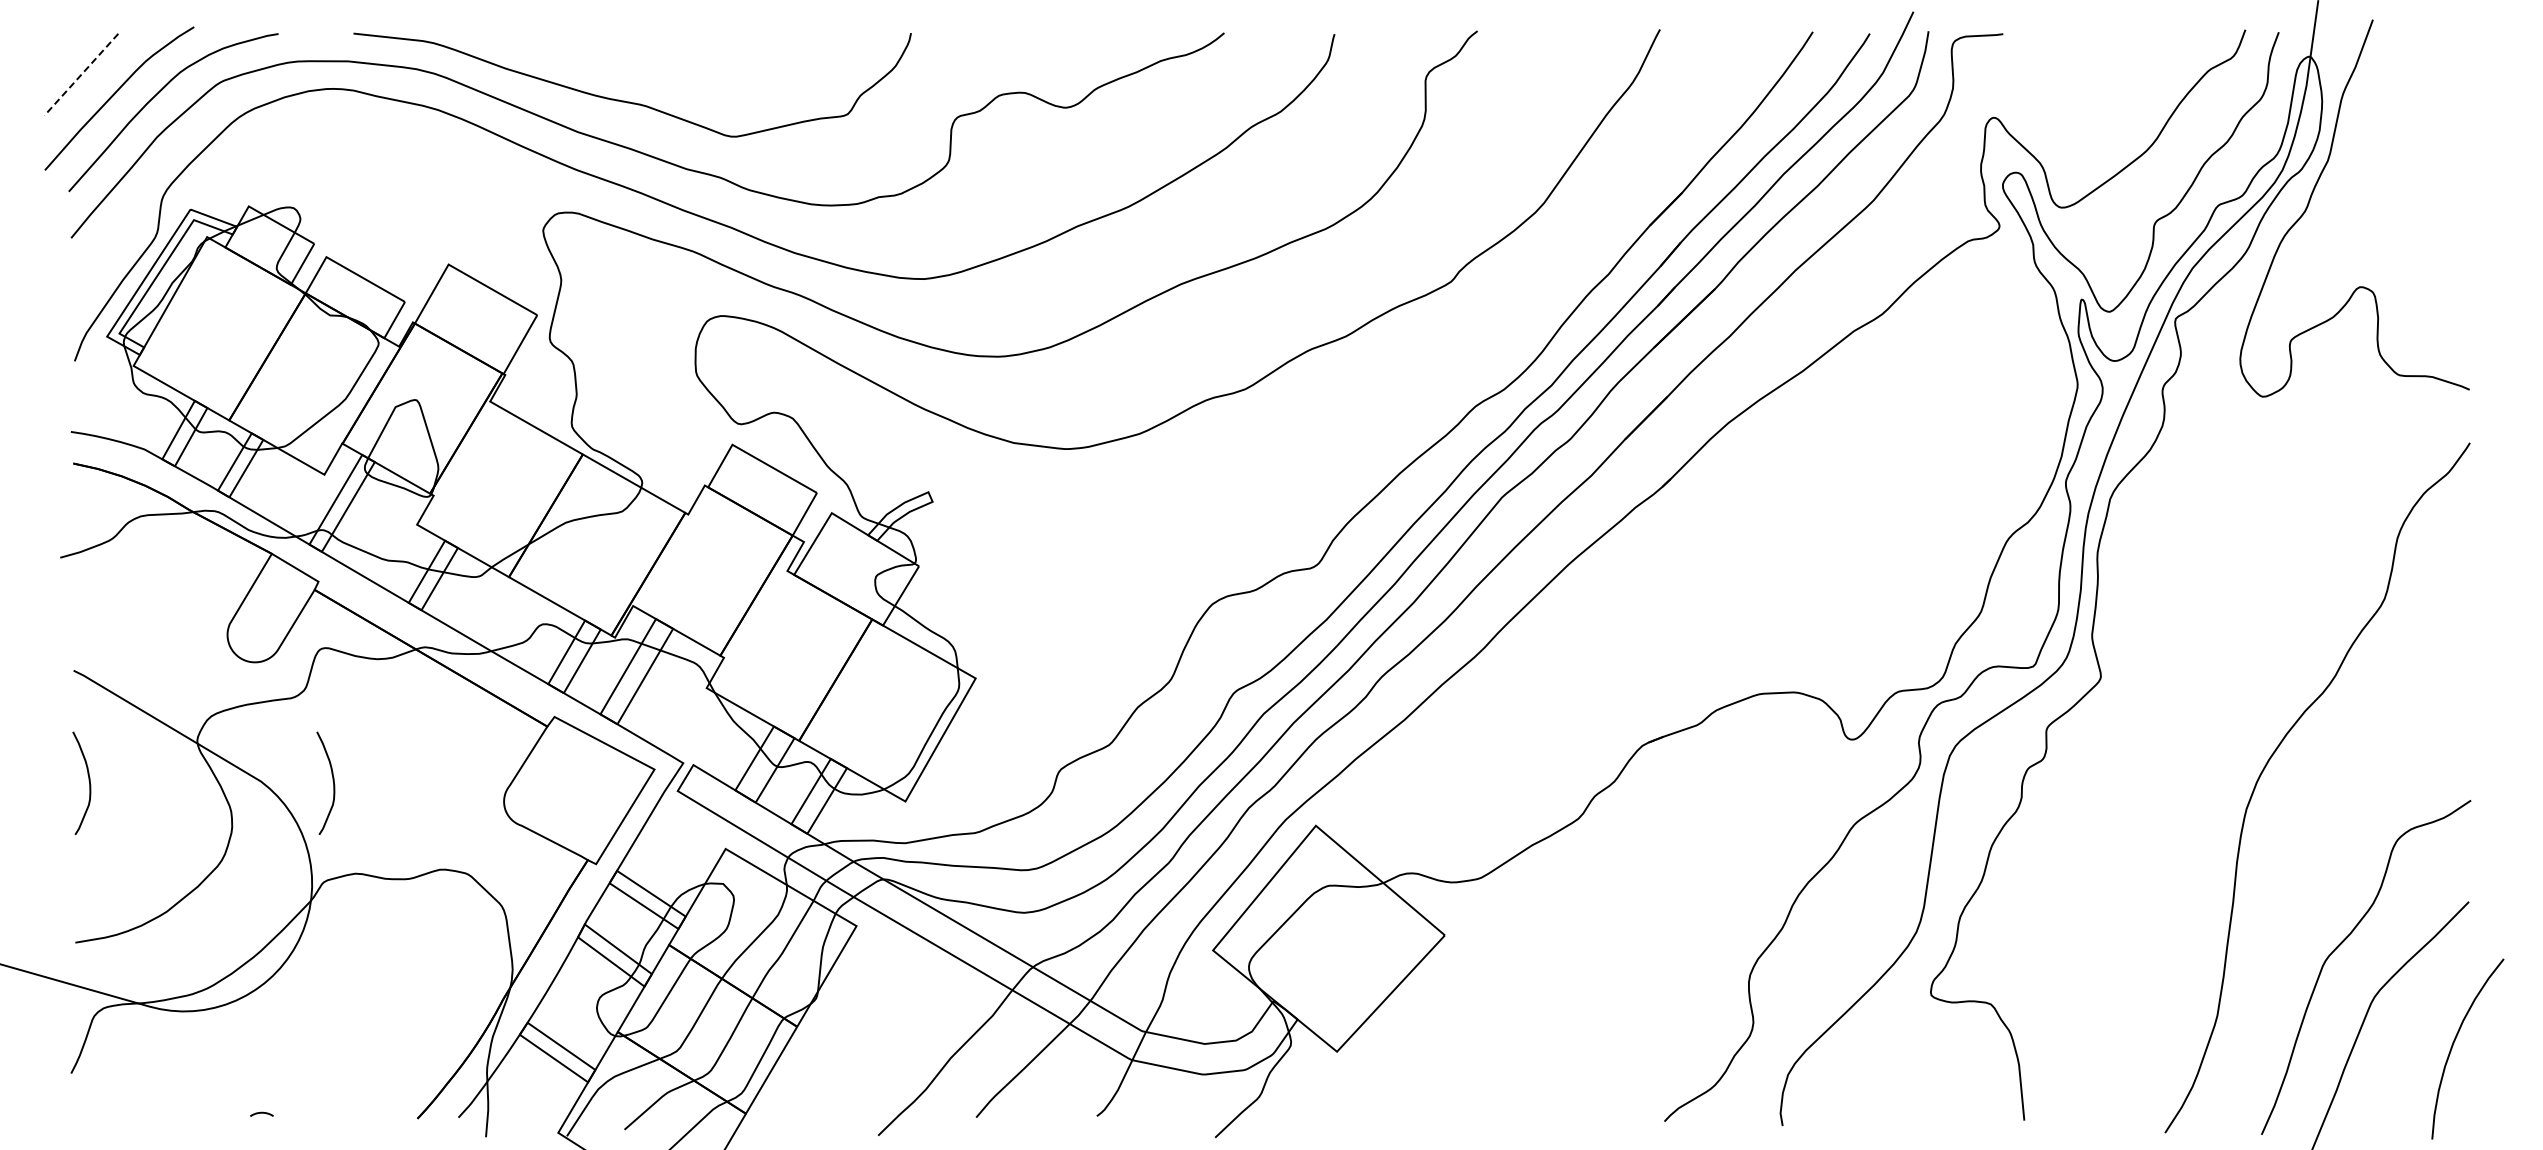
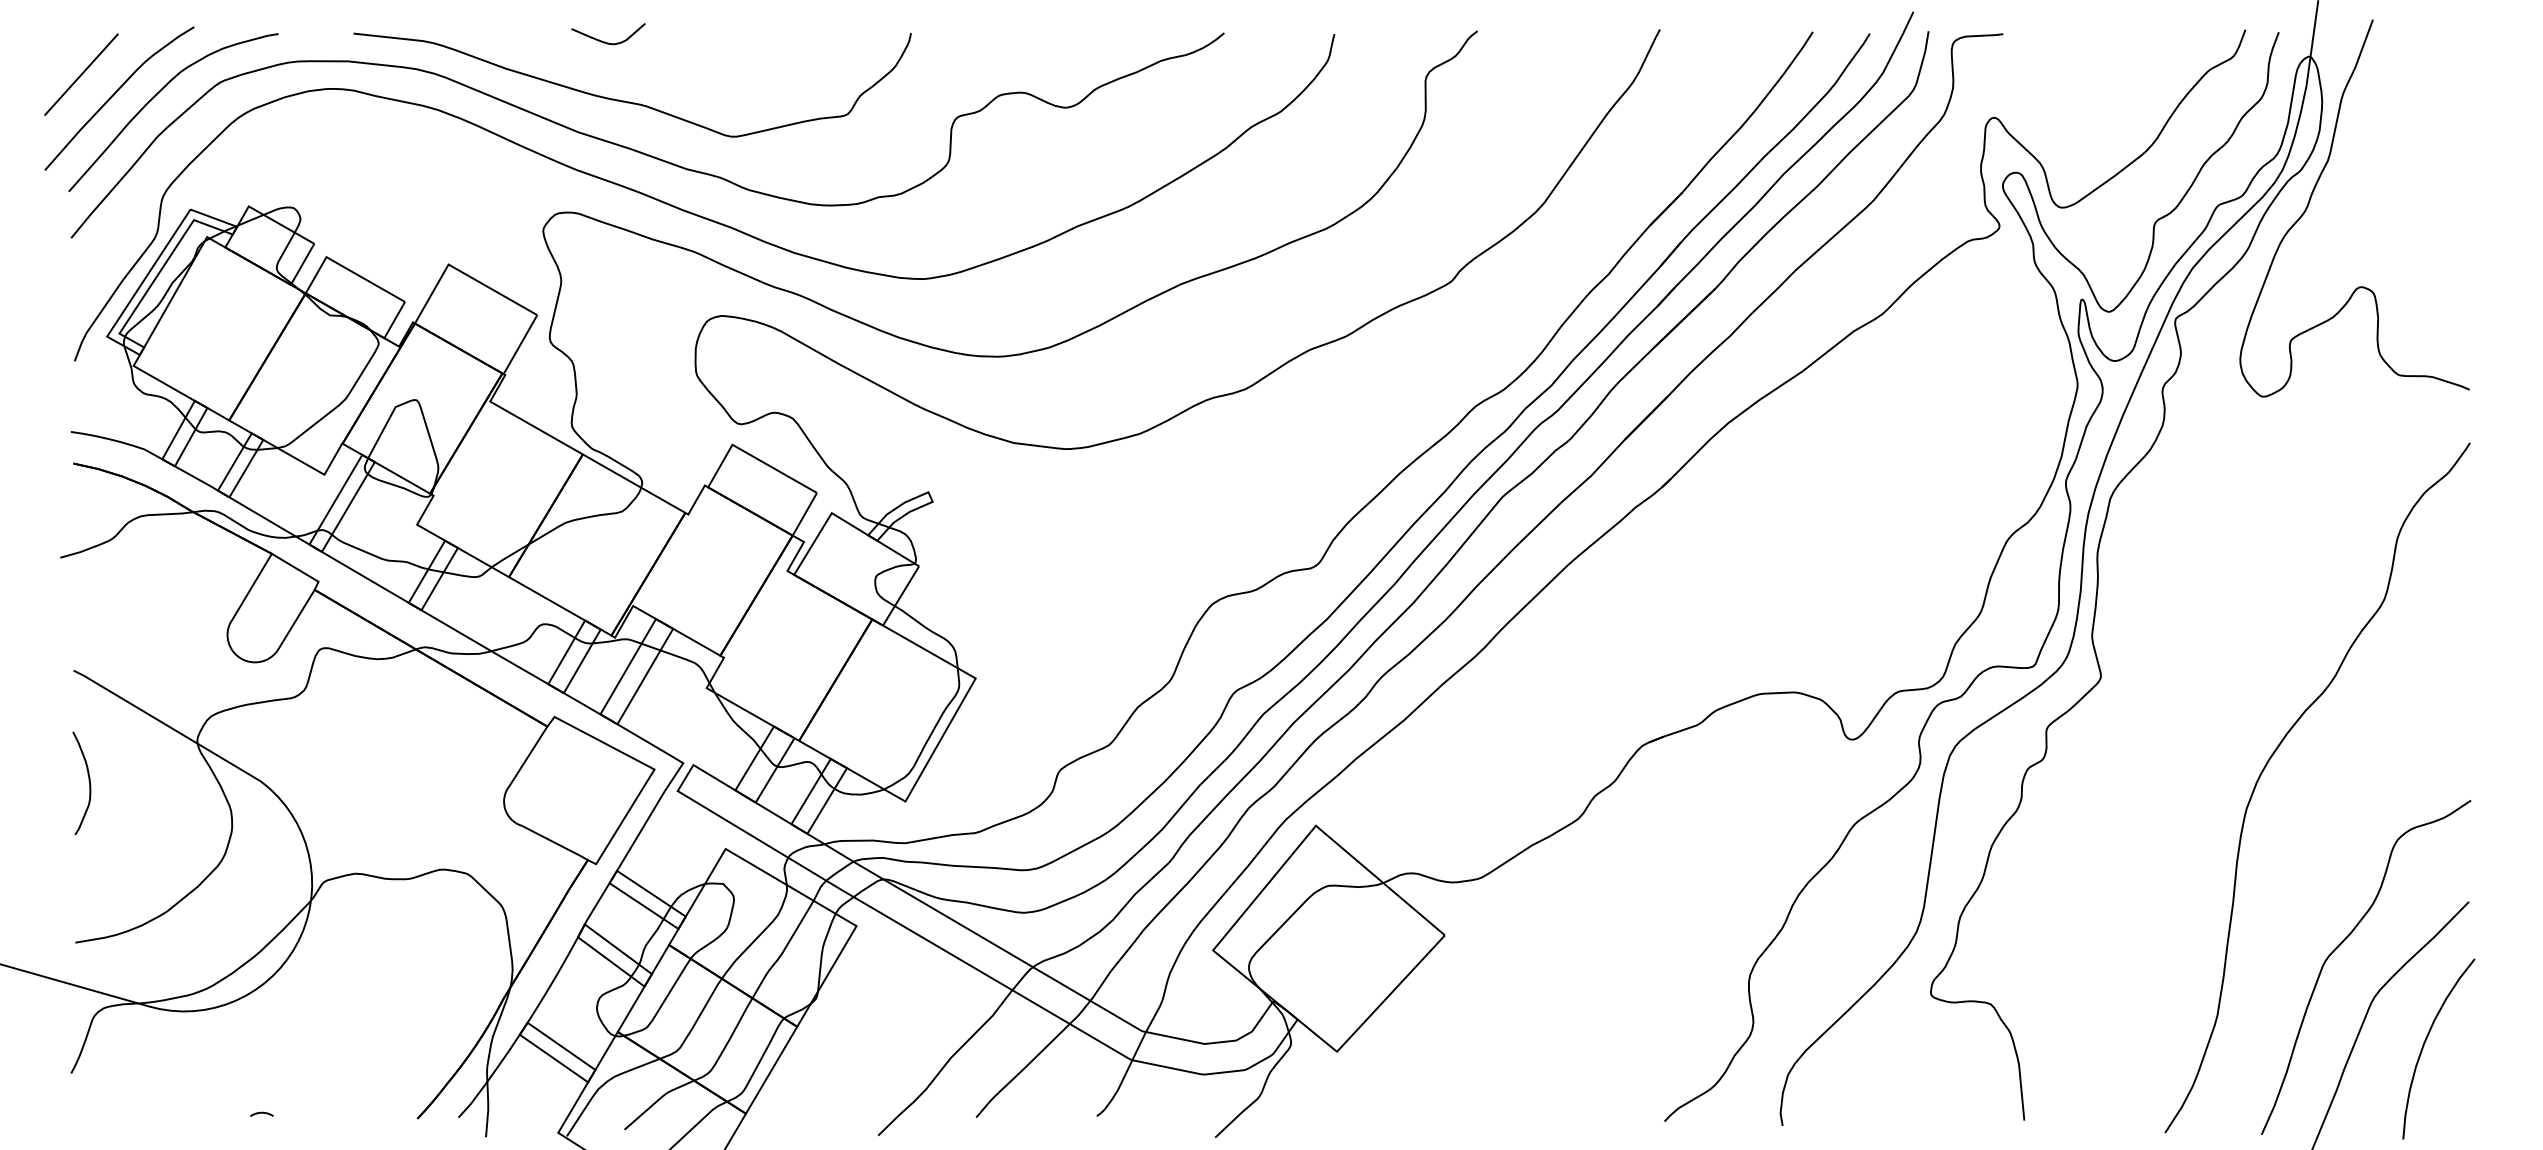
curve at (605, 41): none -> present
line at (81, 75): dashed -> solid
curve at (332, 780): present -> none
curve at (2455, 1041) position: (2455, 1041) -> (2426, 1041)
